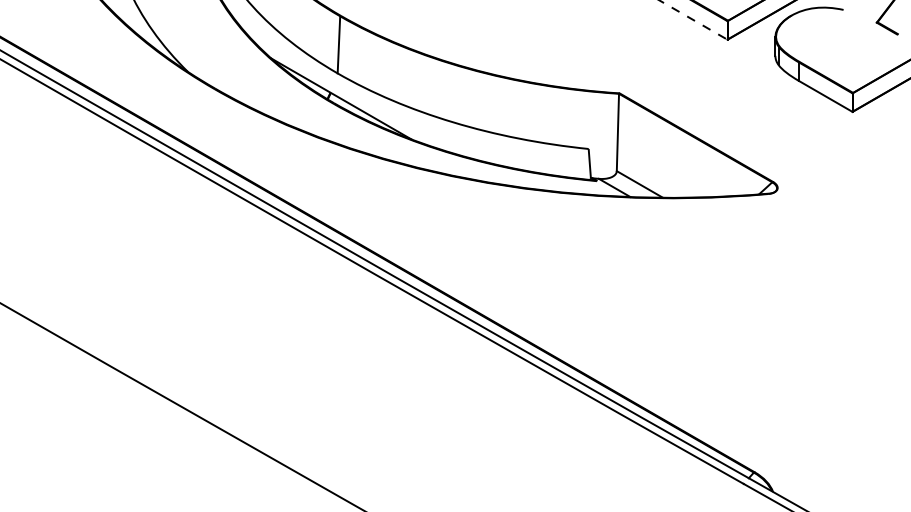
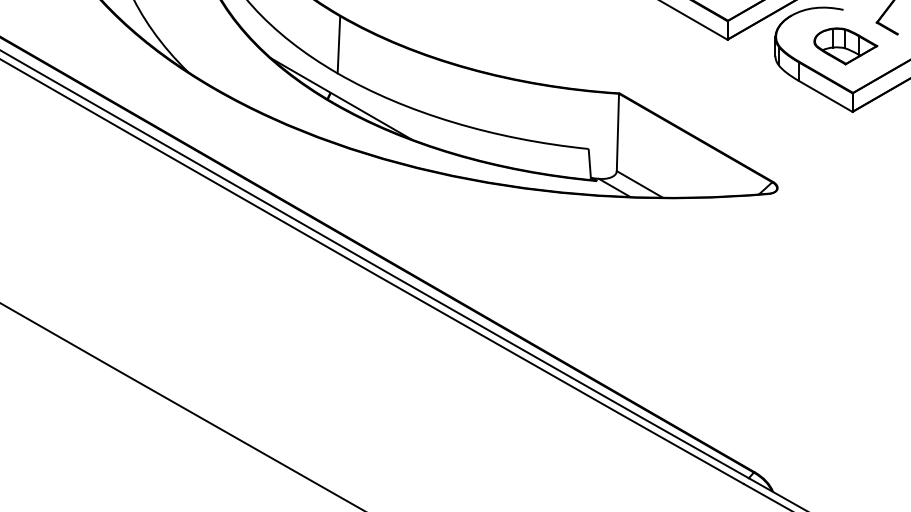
line at (693, 19): dashed -> solid
part at (845, 46): none -> present
